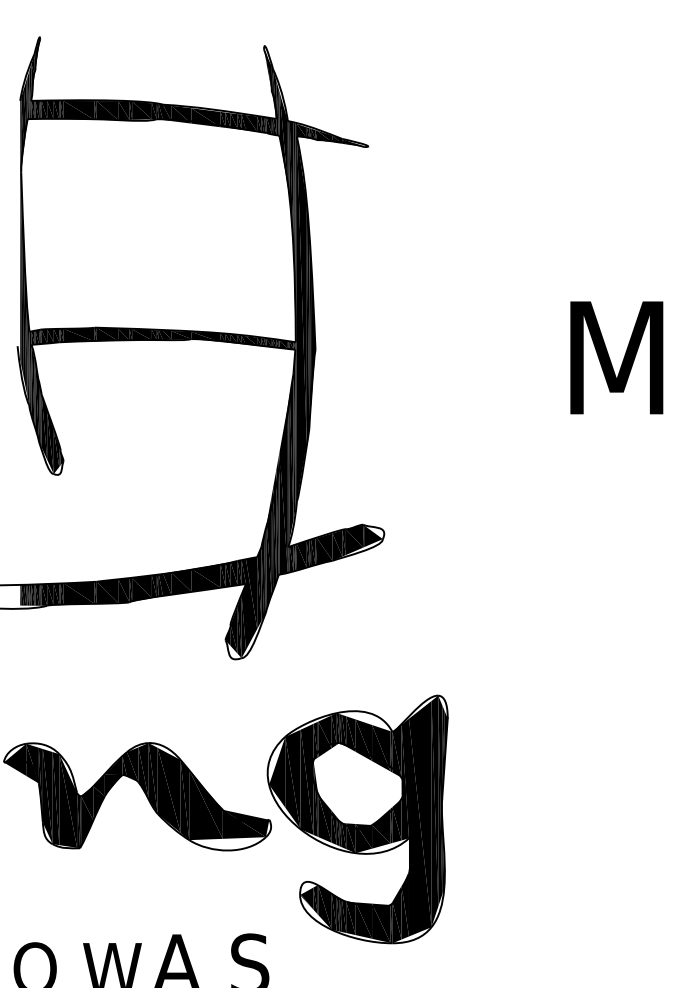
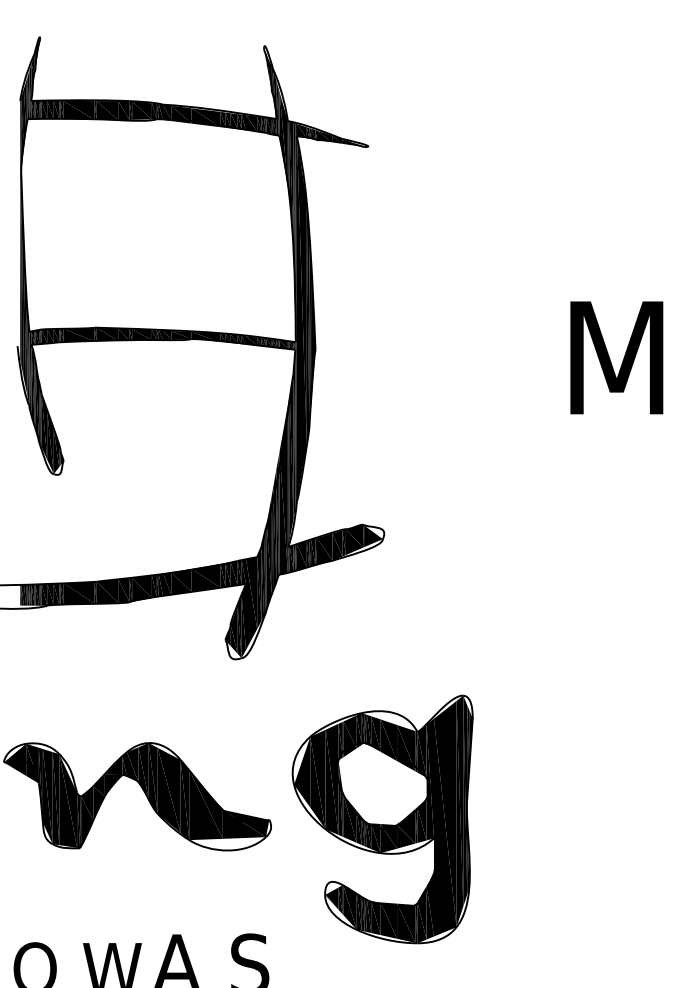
part at (357, 819) position: (357, 819) -> (382, 819)
